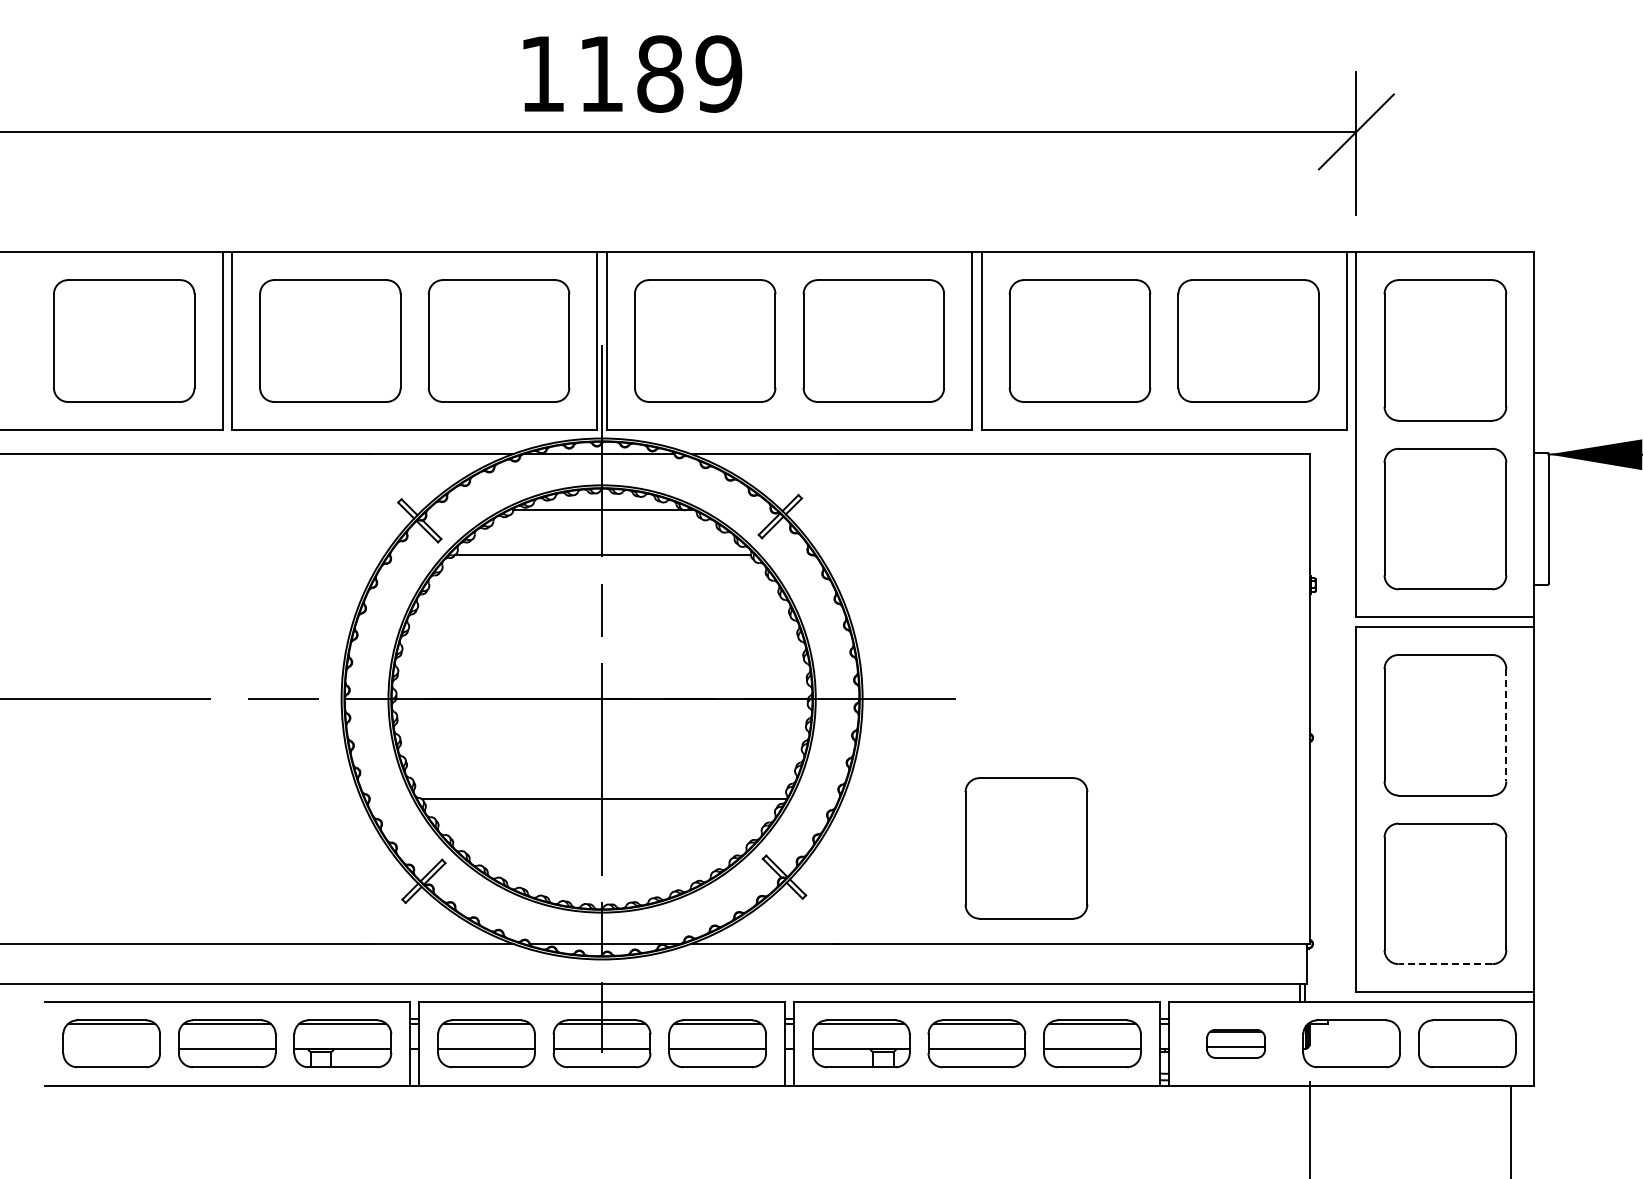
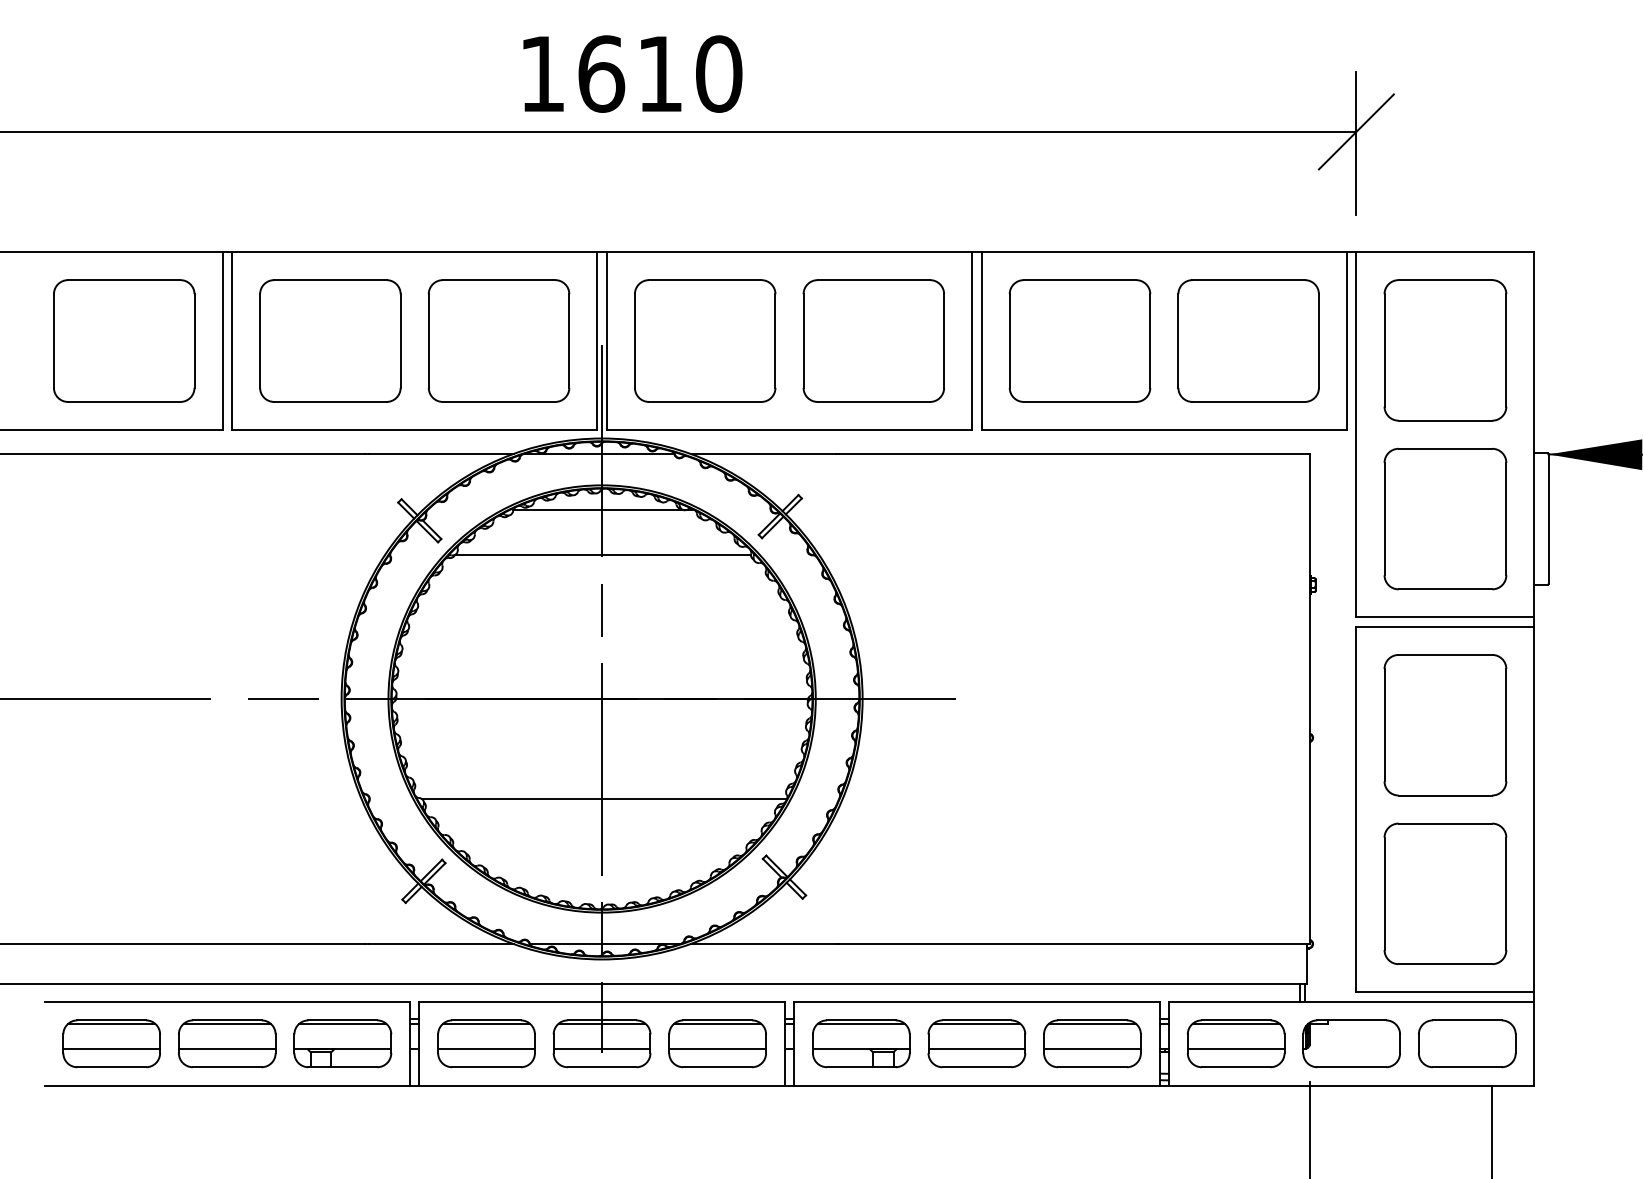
text at (660, 73): 1189 -> 1610
line at (1506, 725): dashed -> solid
part at (1026, 848): present -> none
line at (1445, 964): dashed -> solid
part at (1235, 1043) size: 60x30 px -> 100x50 px
line at (111, 1048): none -> present
line at (1511, 1130) position: (1511, 1130) -> (1492, 1130)
